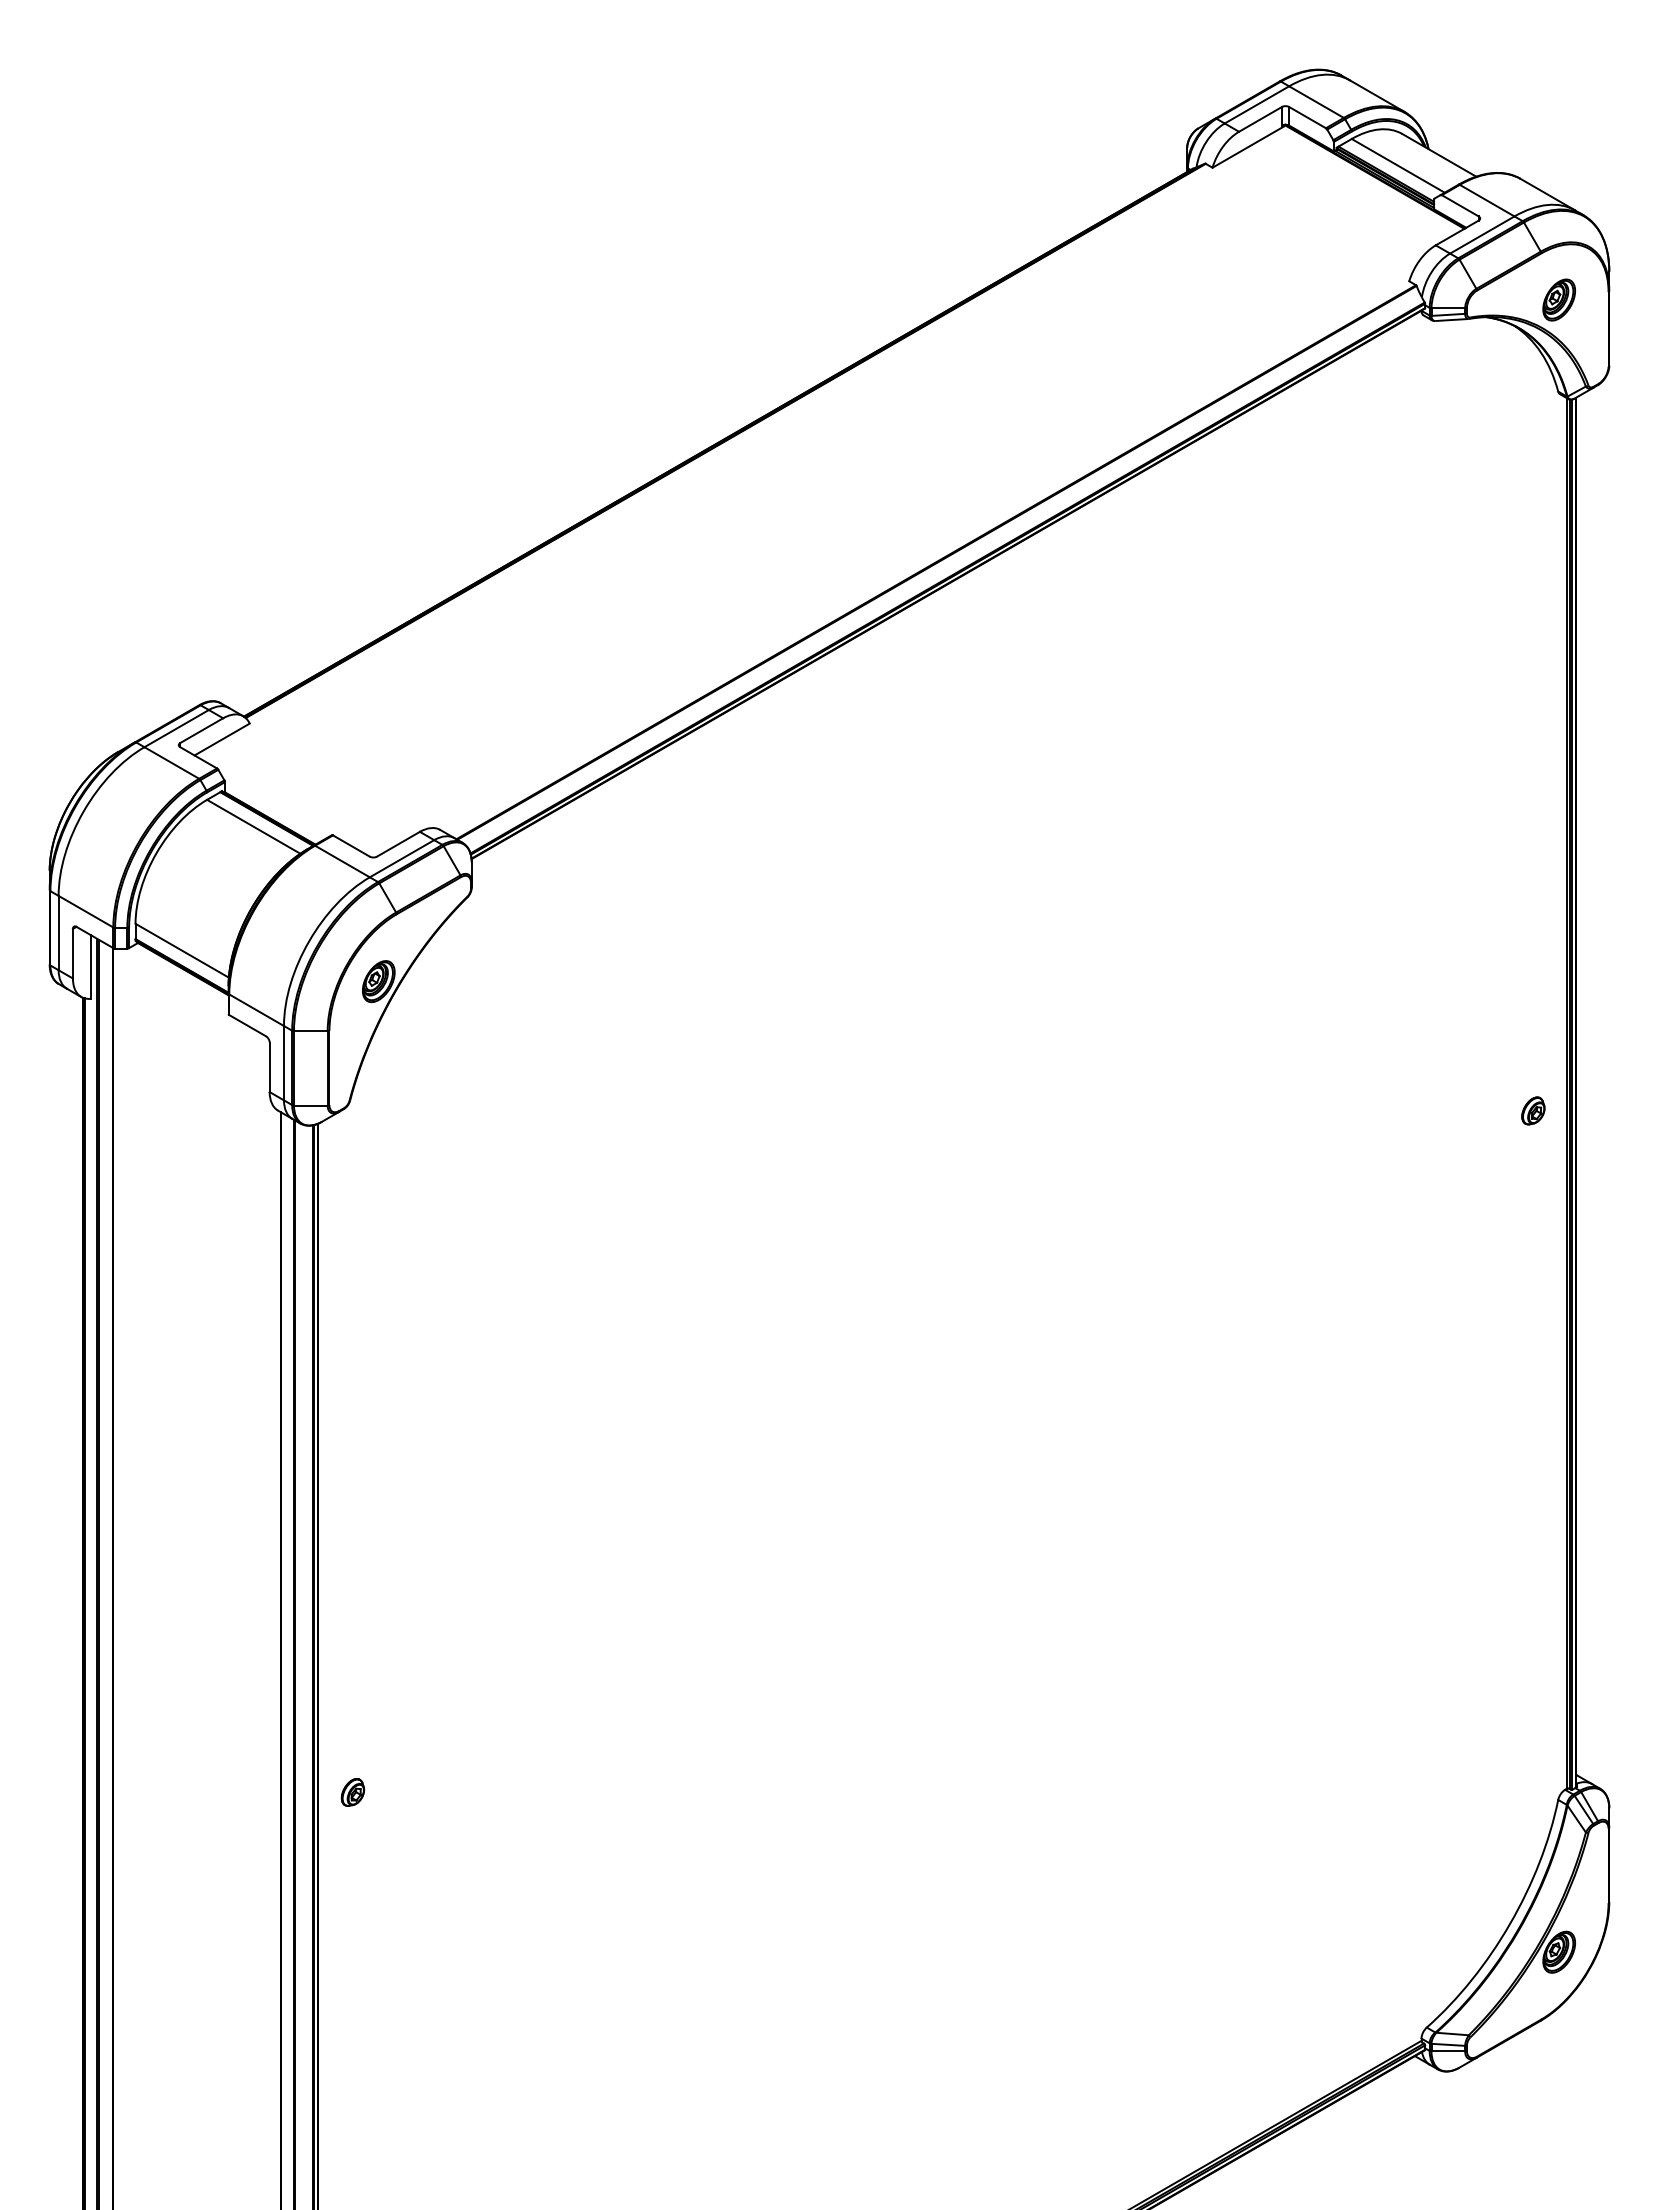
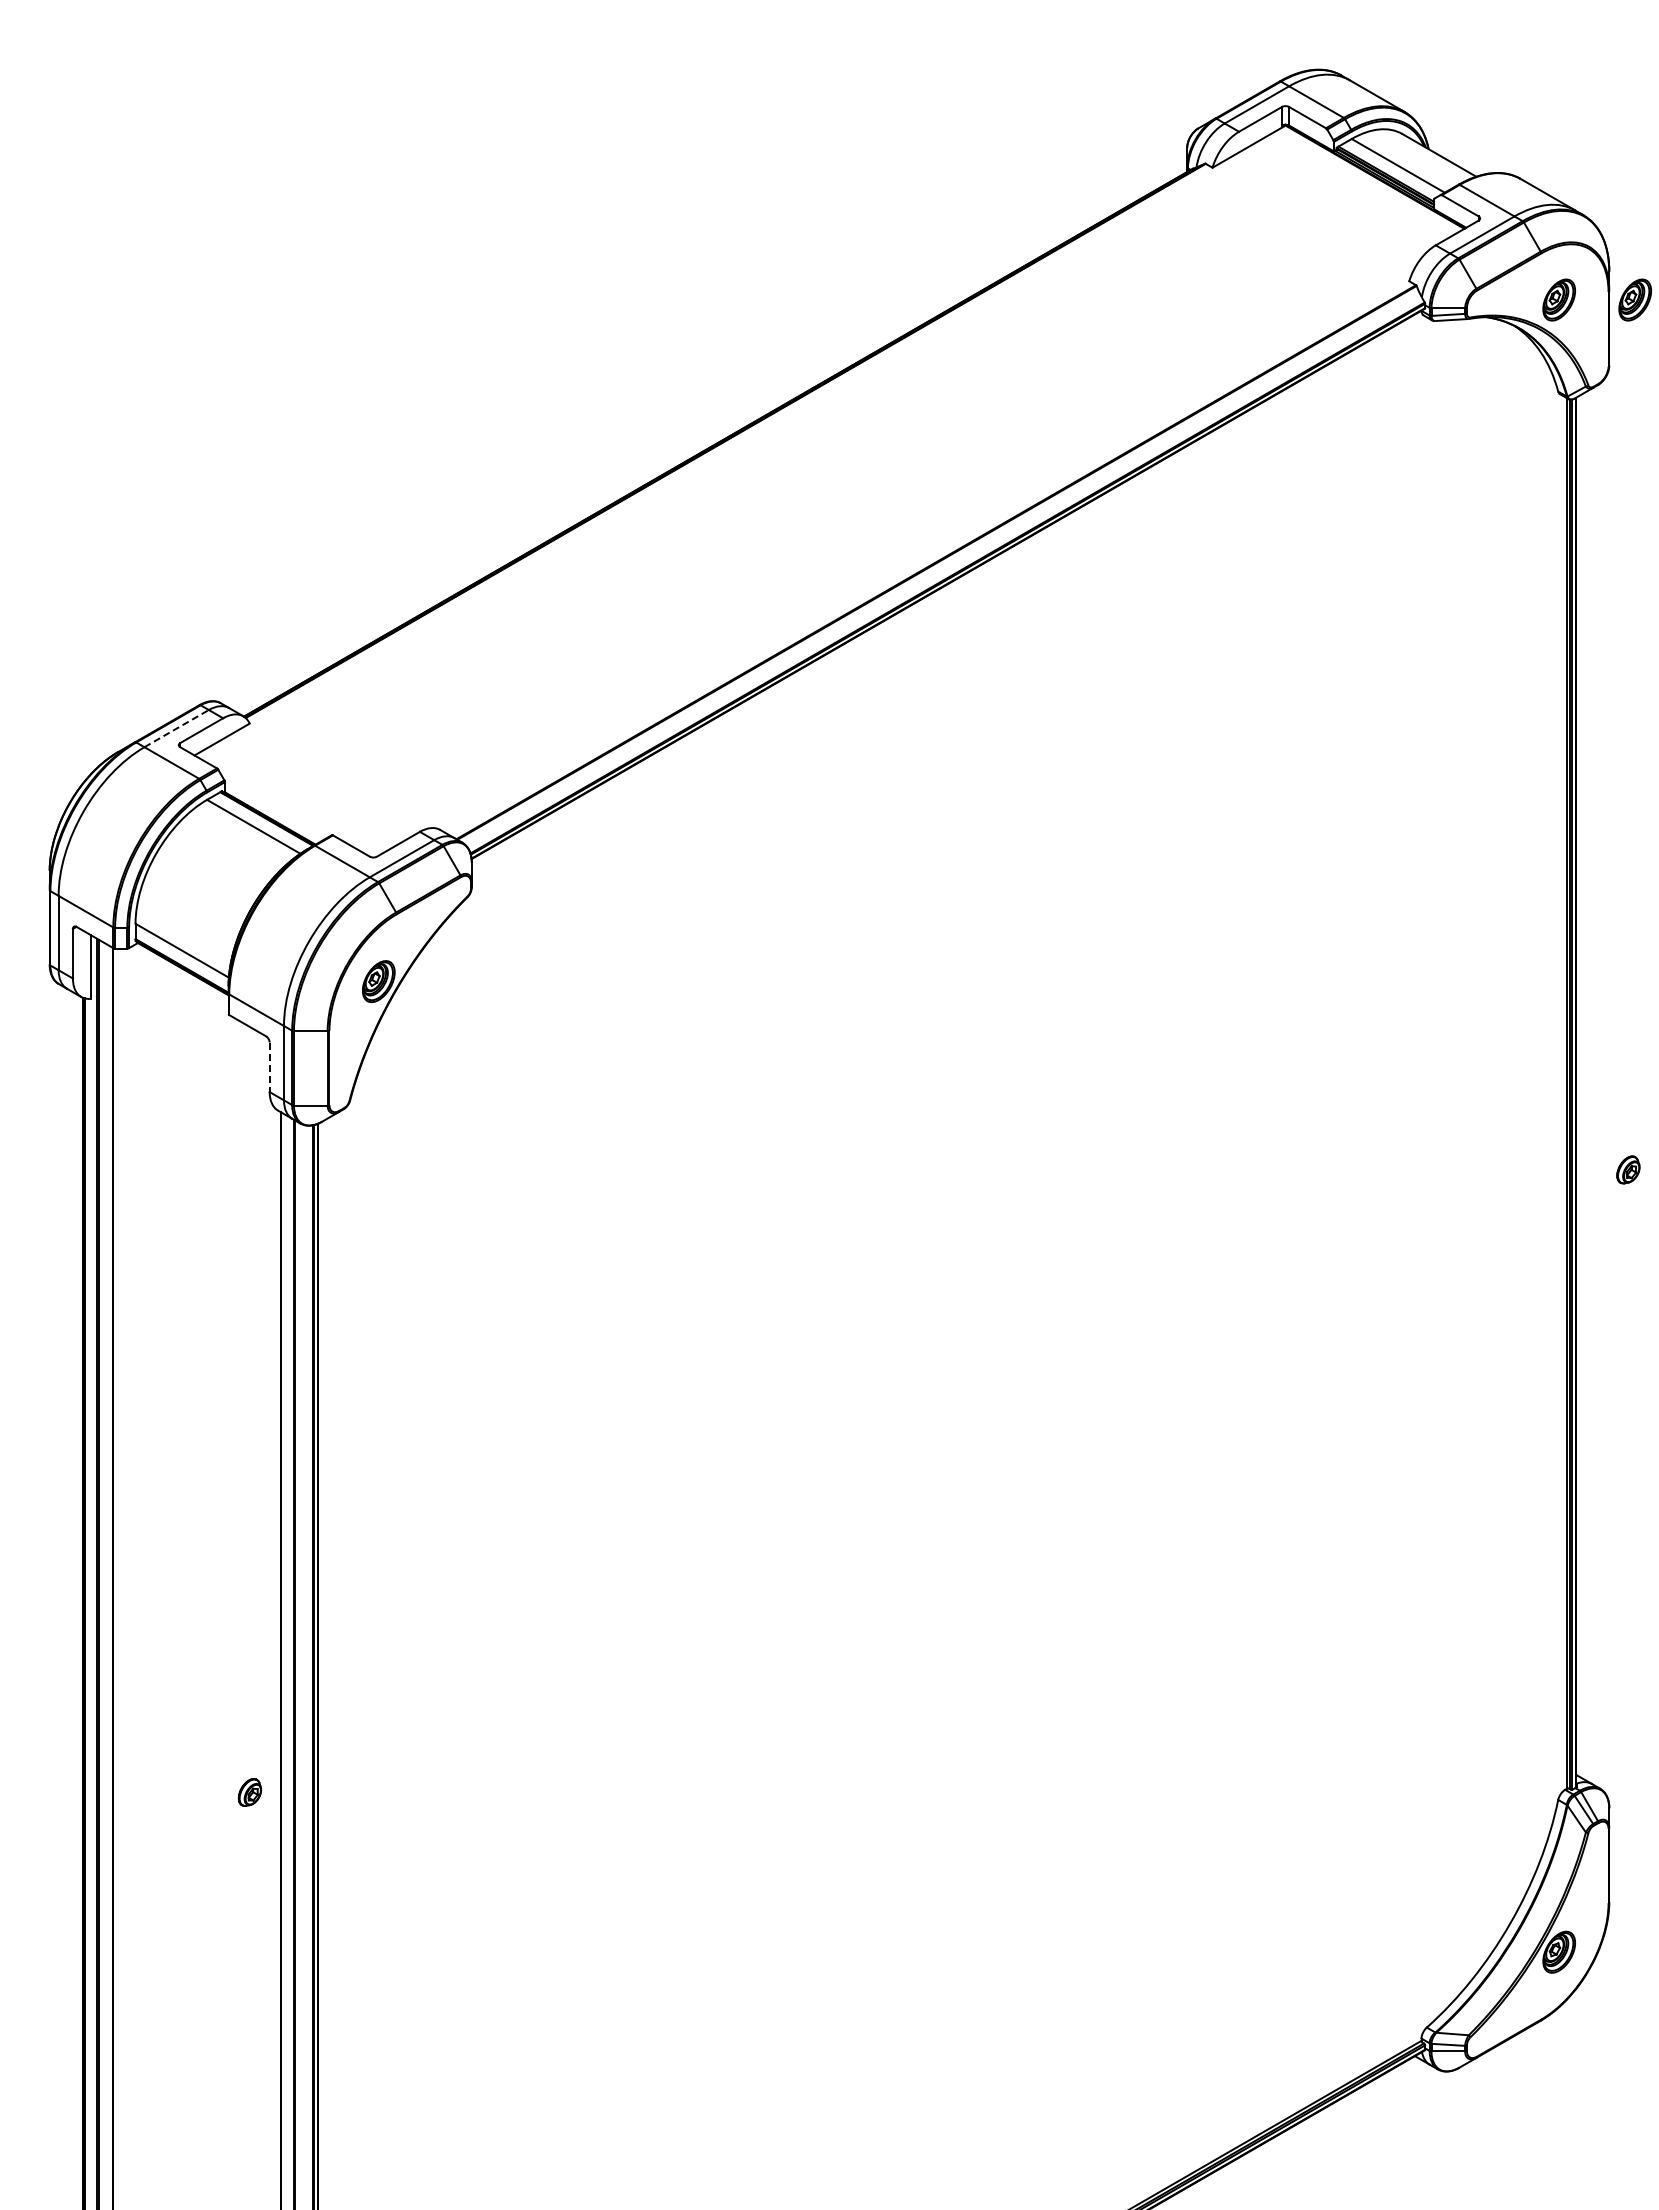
part at (1634, 299): none -> present
line at (177, 728): solid -> dashed
line at (269, 1067): solid -> dashed
part at (1533, 1110) position: (1533, 1110) -> (1628, 1169)
part at (352, 1792) position: (352, 1792) -> (249, 1792)
